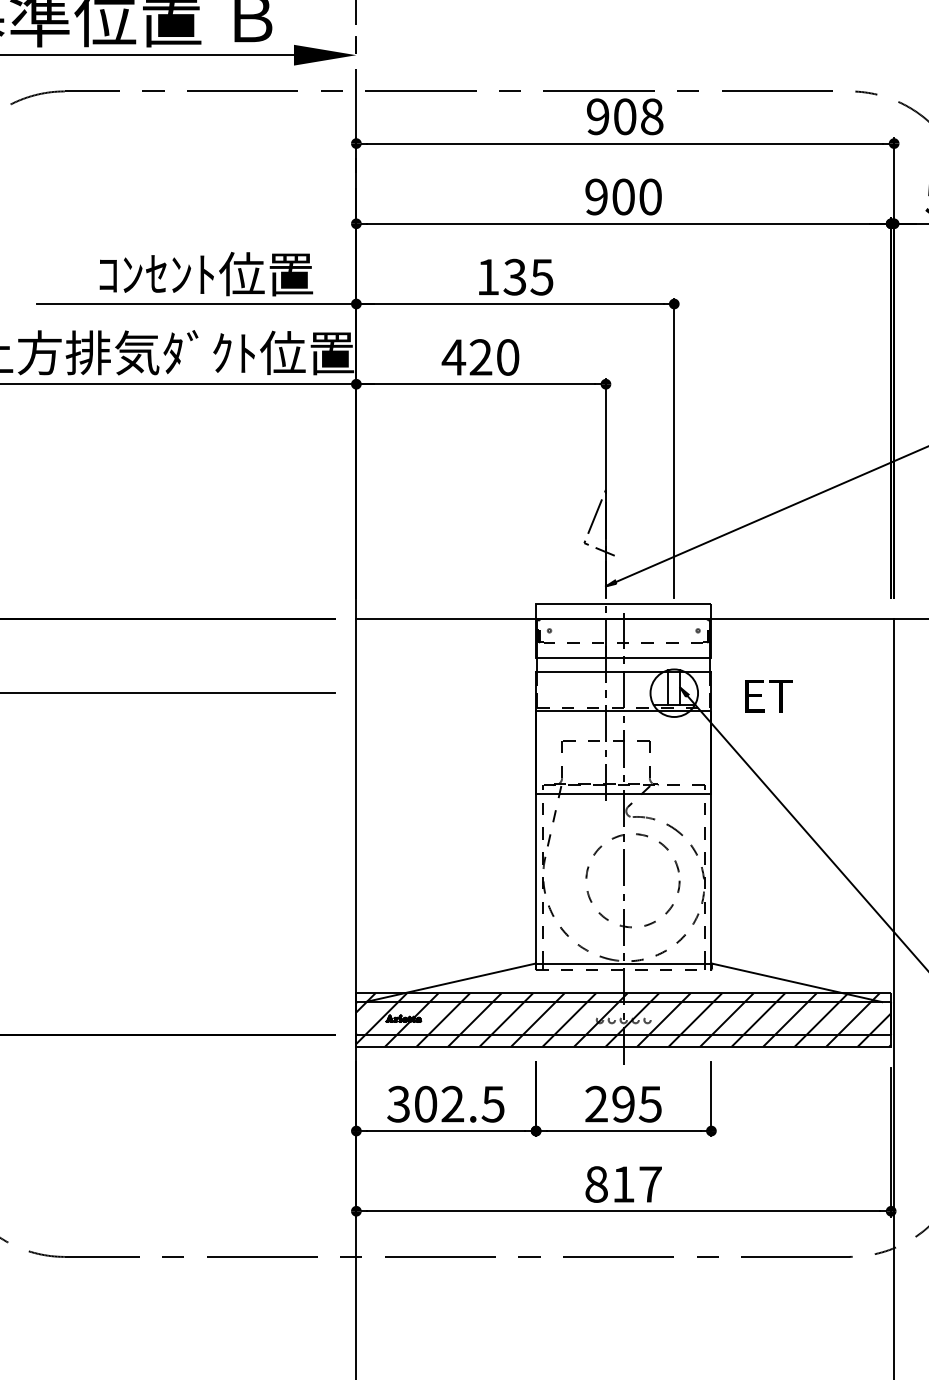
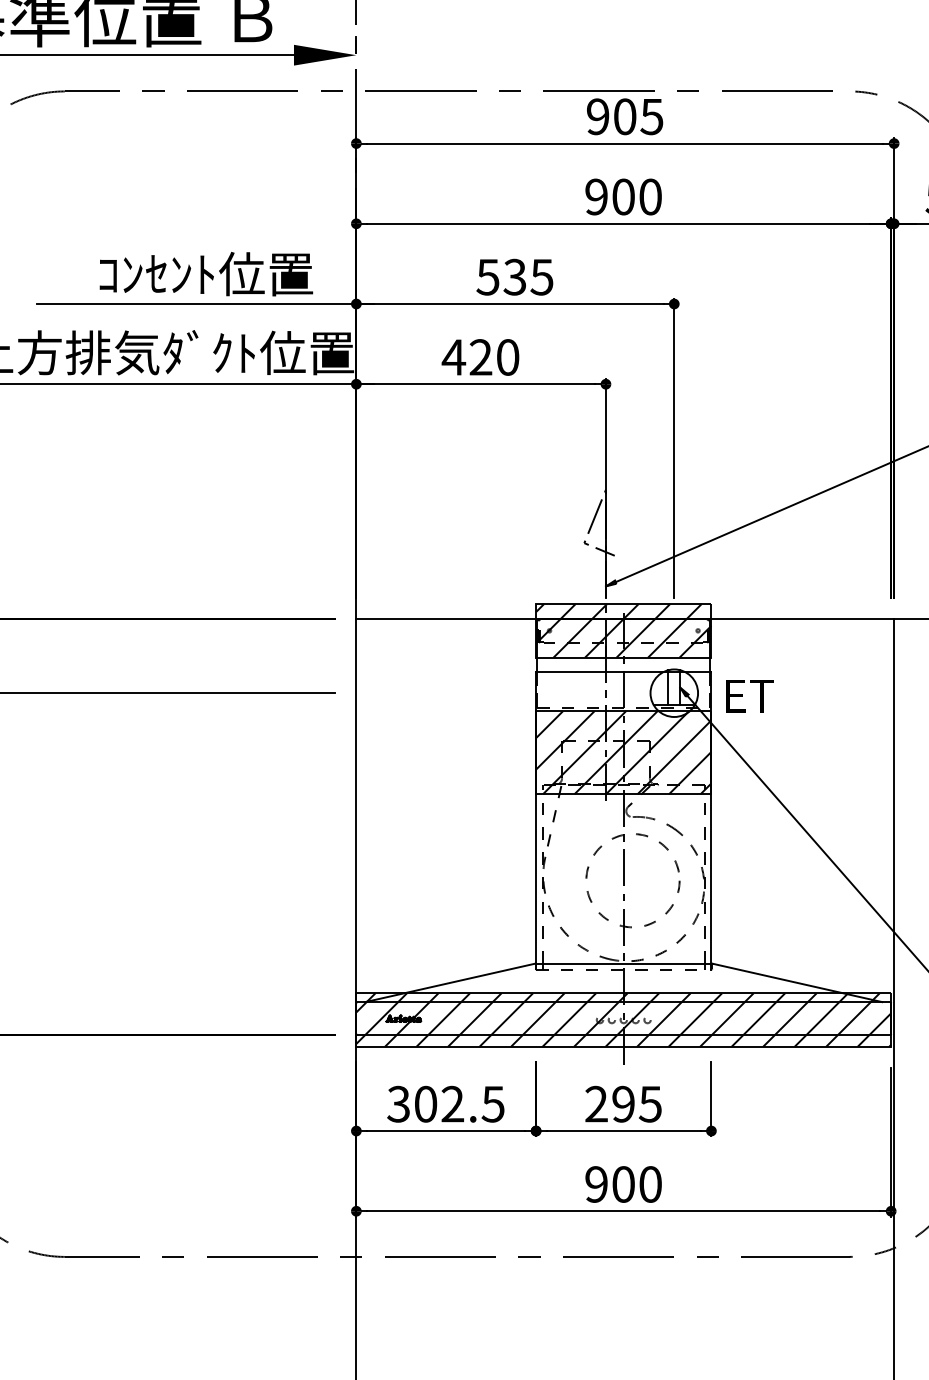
text at (651, 116): 908 -> 905
text at (487, 277): 135 -> 535
hatch at (623, 630): none -> present
text at (768, 696) position: (768, 696) -> (749, 696)
hatch at (623, 752): none -> present
text at (623, 1184): 817 -> 900
